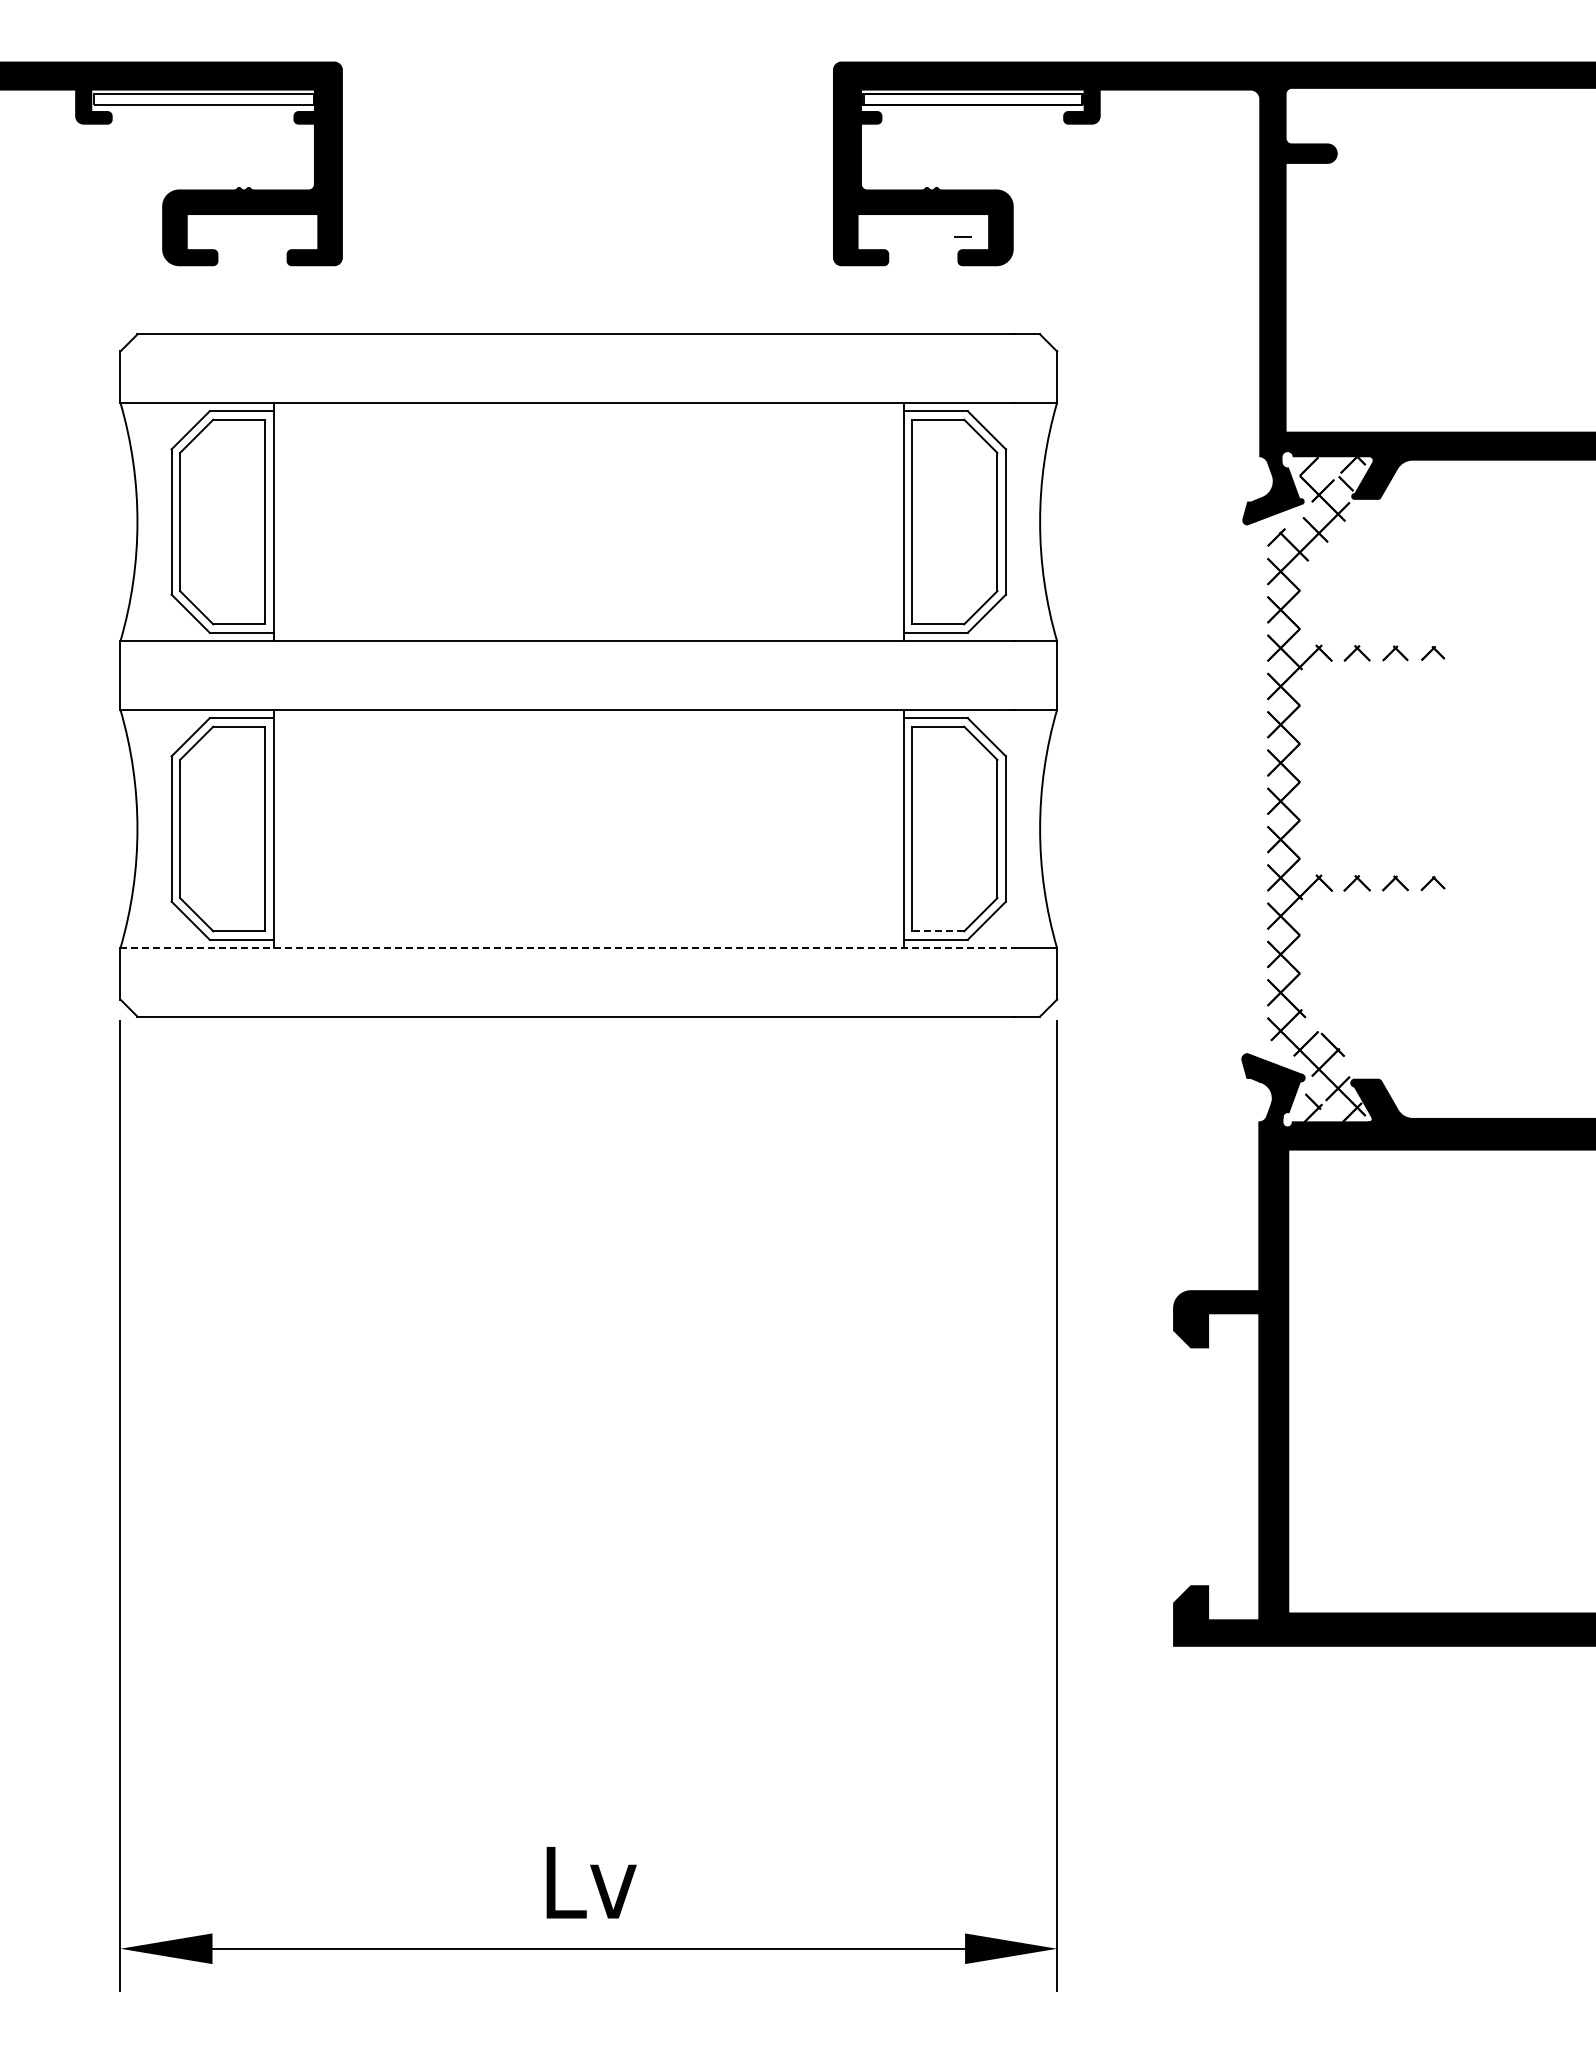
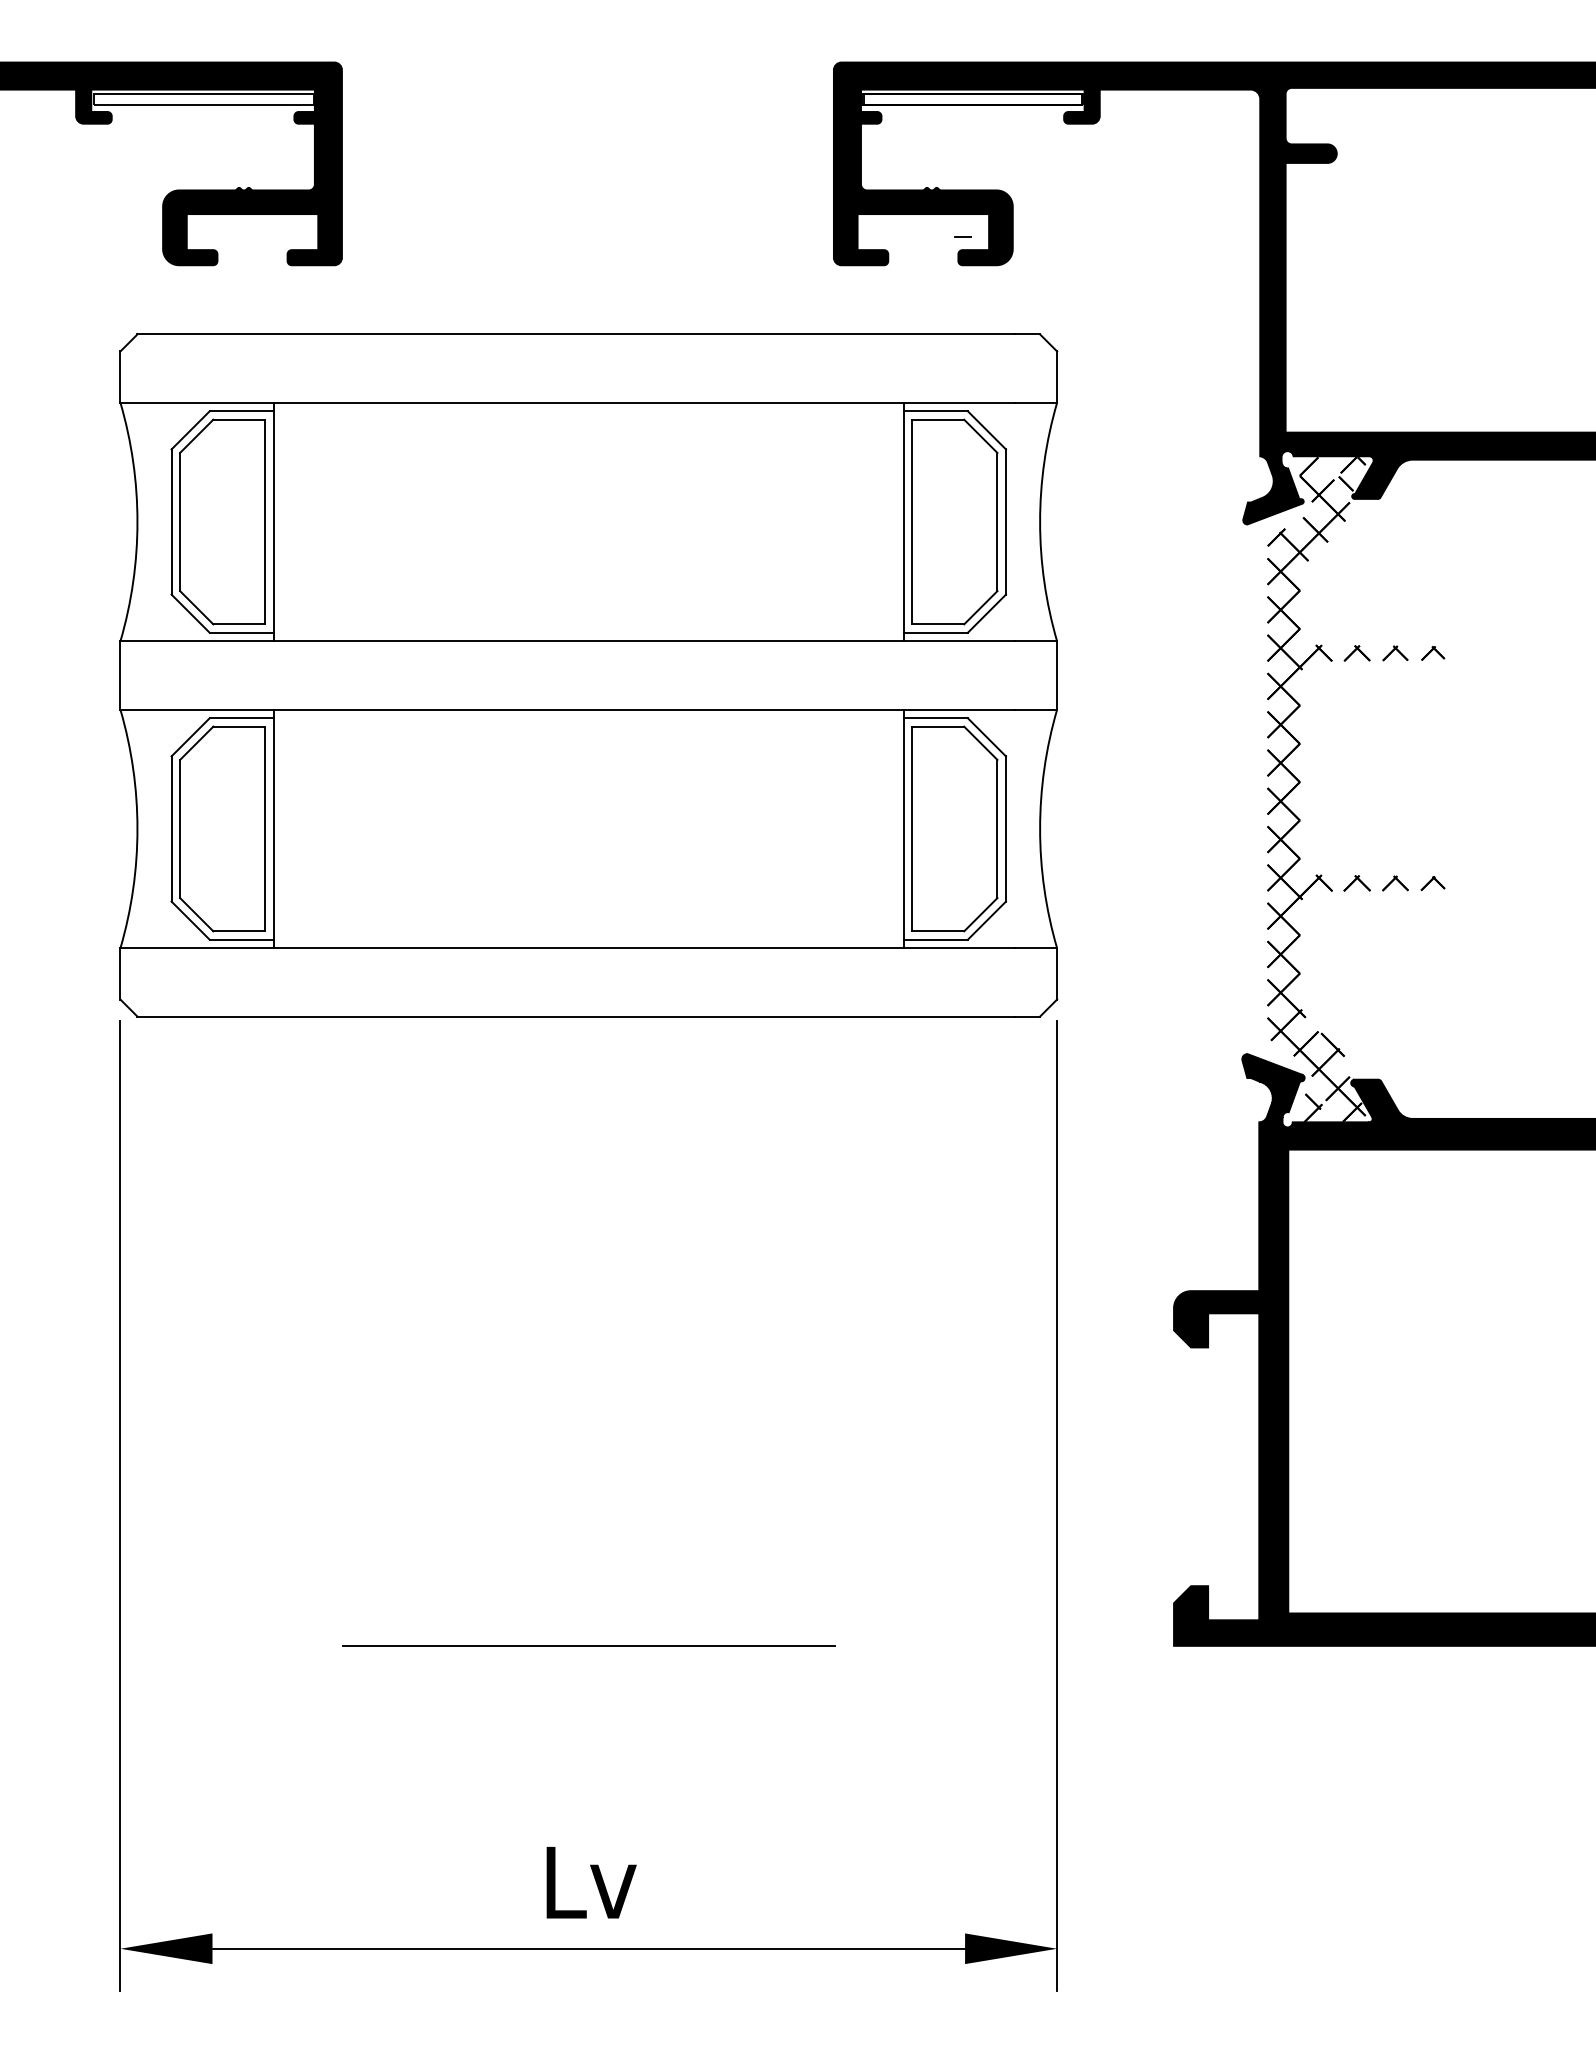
line at (937, 931): dashed -> solid
line at (568, 948): dashed -> solid
line at (588, 1645): none -> present
